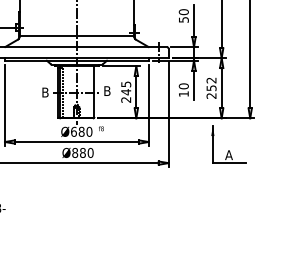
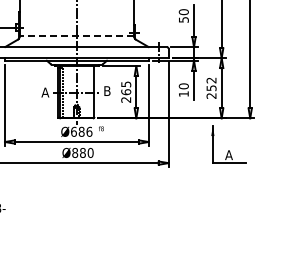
line at (76, 35): solid -> dashed
text at (45, 92): B -> A
text at (126, 92): 245 -> 265
text at (89, 131): Ø680 -> Ø686
